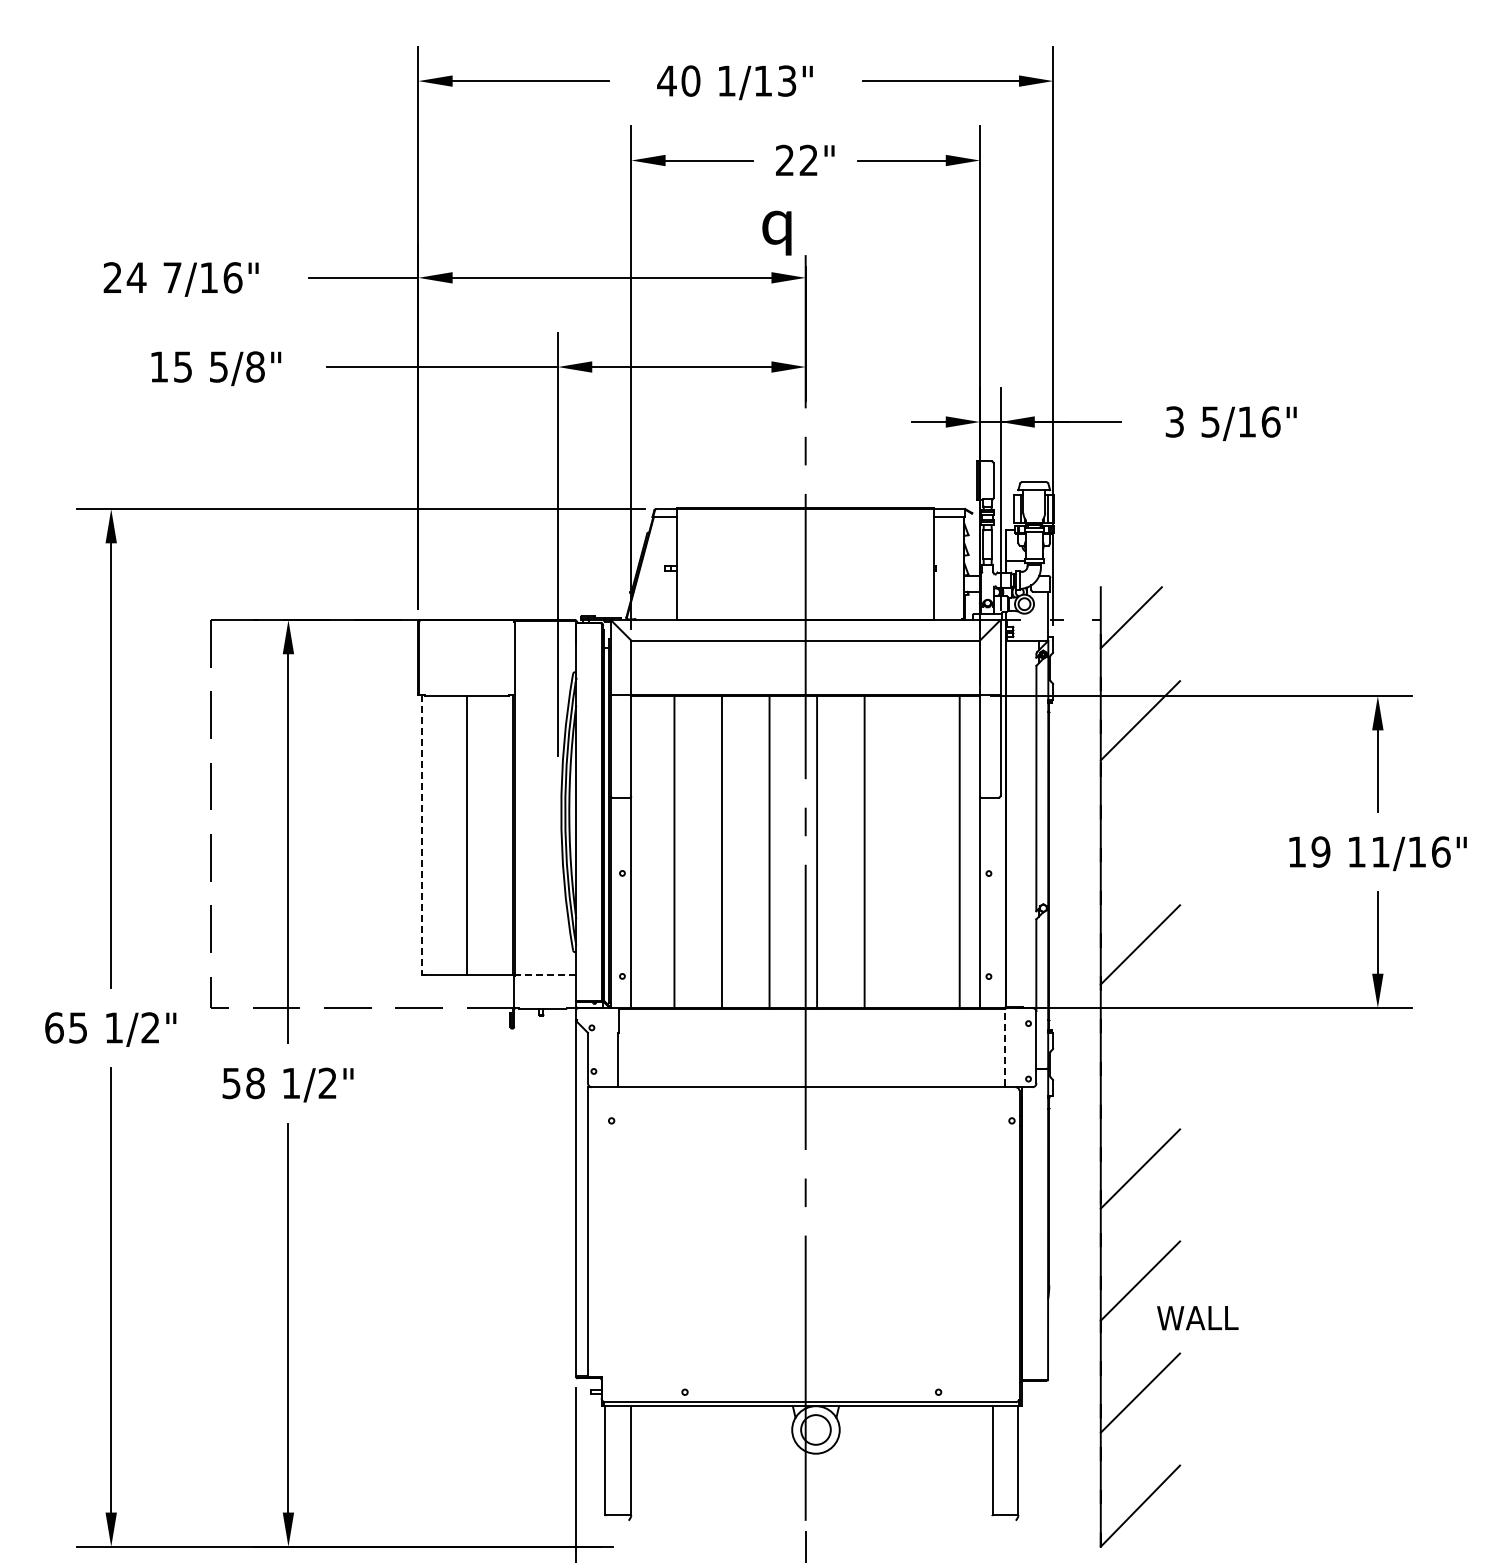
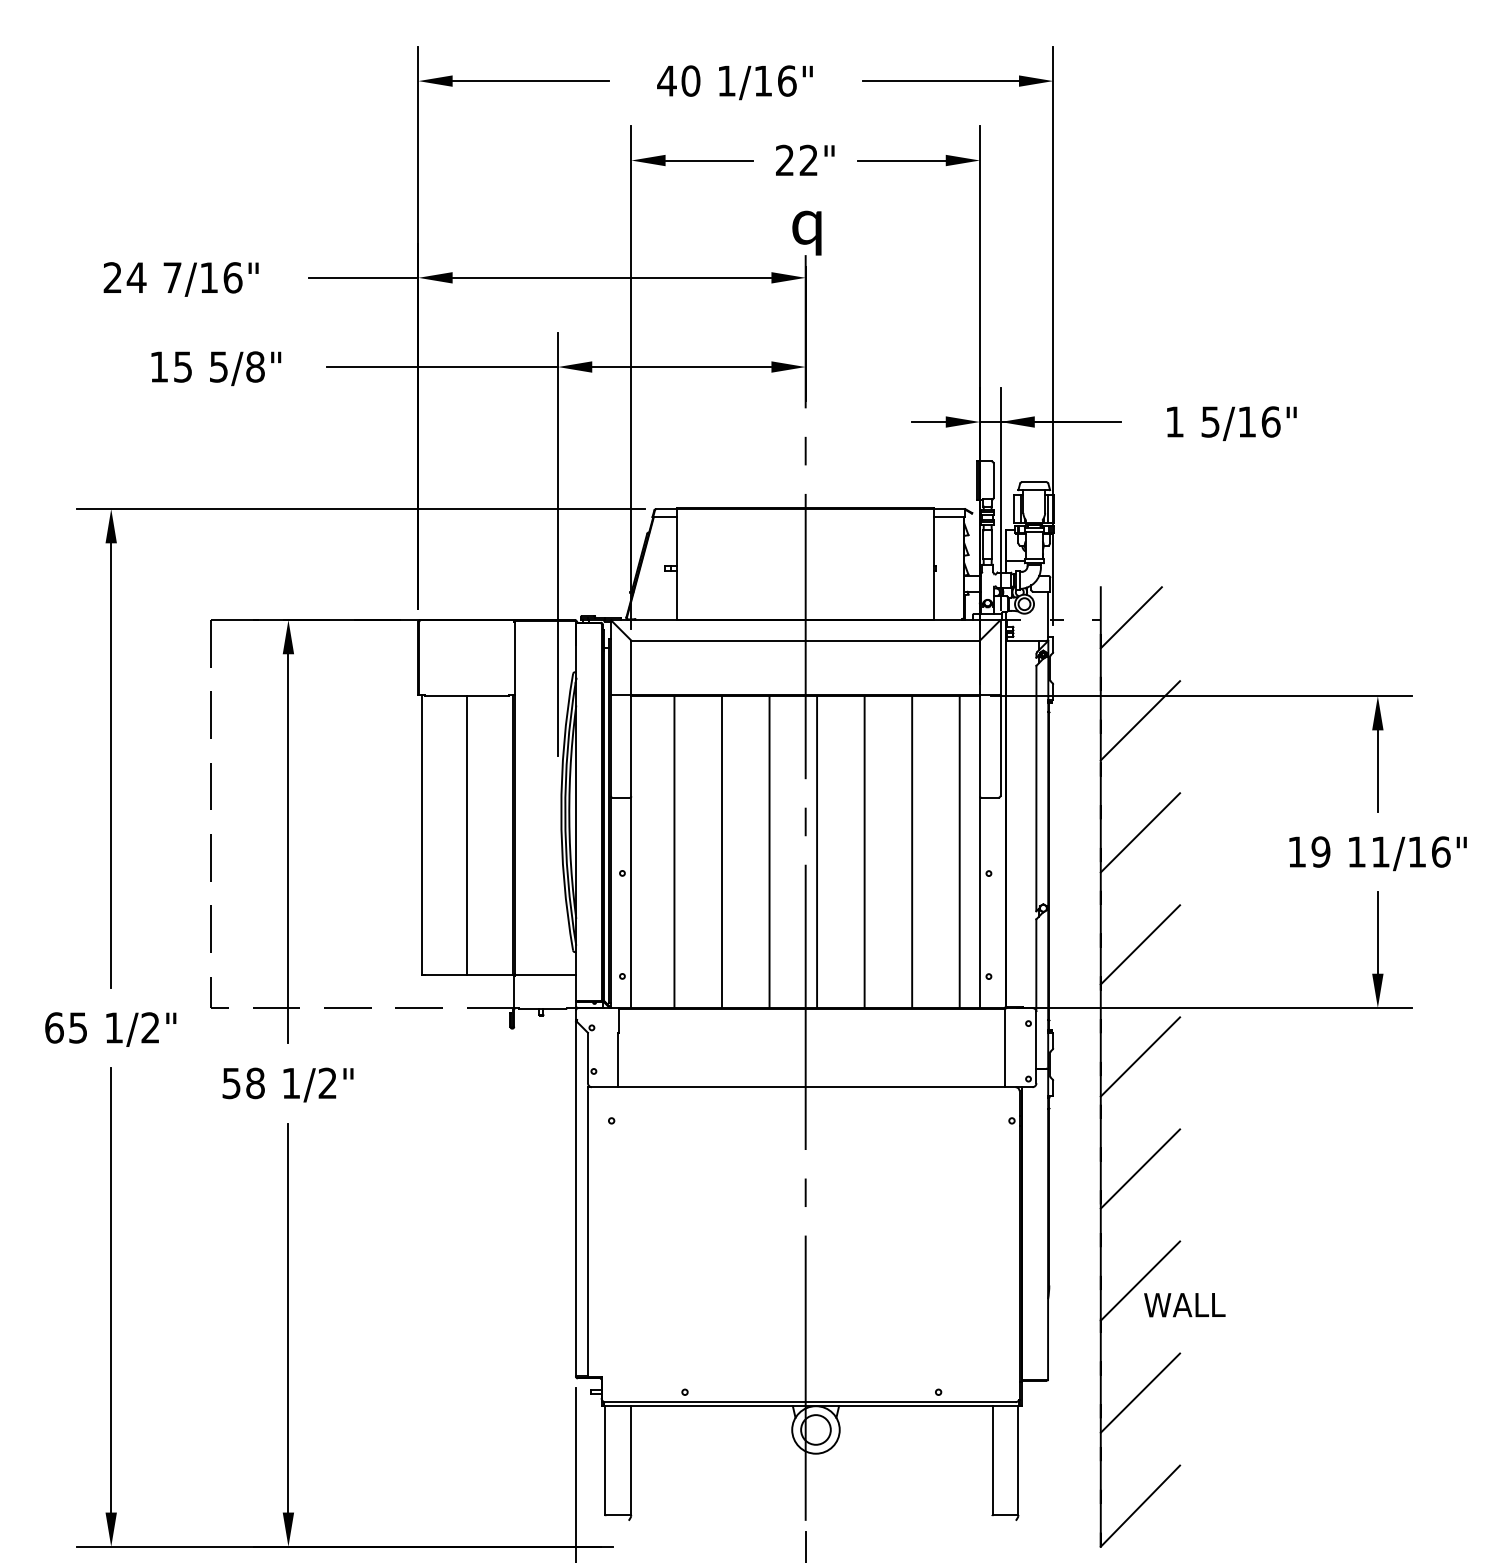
text at (787, 80): 1/13" -> 1/16"
text at (776, 232) position: (776, 232) -> (806, 232)
text at (1174, 421): 3 -> 1
line at (1140, 832): none -> present
line at (421, 834): dashed -> solid
line at (912, 852): none -> present
line at (545, 974): dashed -> solid
line at (1005, 1046): dashed -> solid
line at (1140, 1056): none -> present
text at (1197, 1318) position: (1197, 1318) -> (1184, 1305)
